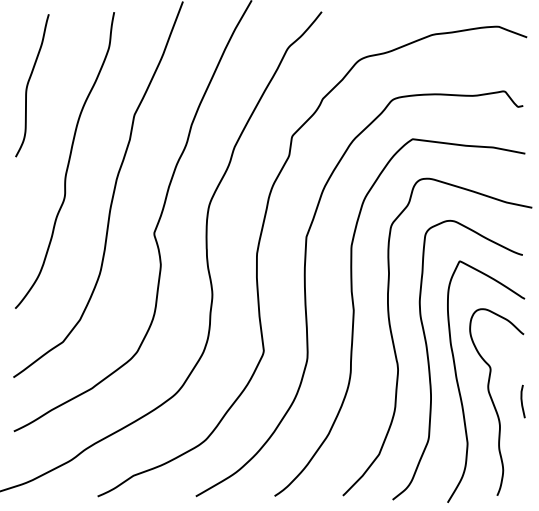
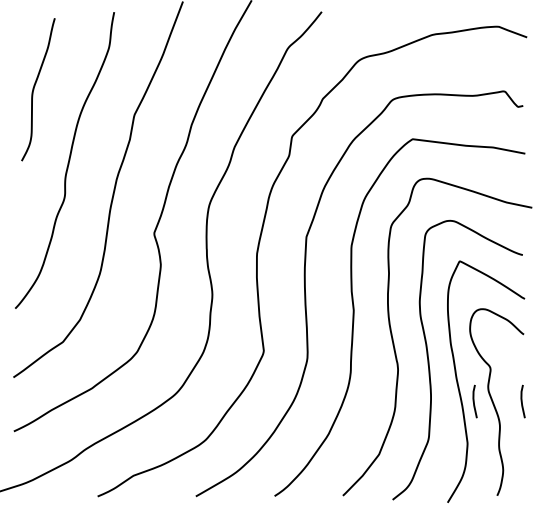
curve at (28, 85) position: (28, 85) -> (34, 89)
line at (474, 401): none -> present
